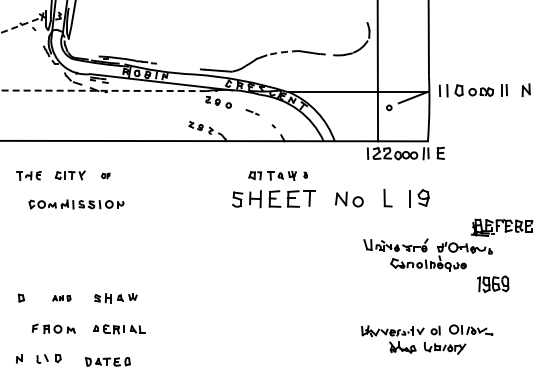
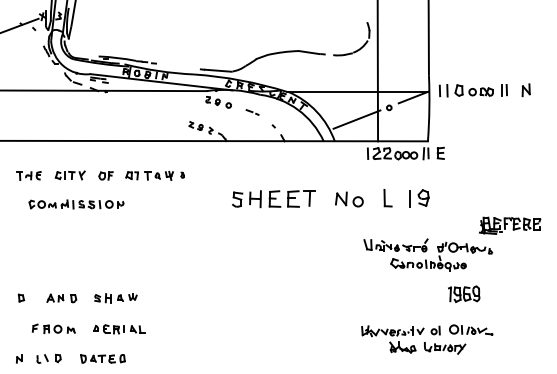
line at (19, 26): dashed -> solid
arc at (282, 52): dashed -> solid
line at (103, 90): dashed -> solid
line at (356, 119): none -> present
part at (105, 175) size: 10x8 px -> 16x10 px
part at (277, 175) position: (277, 175) -> (154, 175)
part at (502, 227) position: (502, 227) -> (510, 225)
part at (493, 283) position: (493, 283) -> (464, 293)
part at (61, 298) size: 20x7 px -> 32x11 px
part at (107, 361) position: (107, 361) -> (102, 358)
